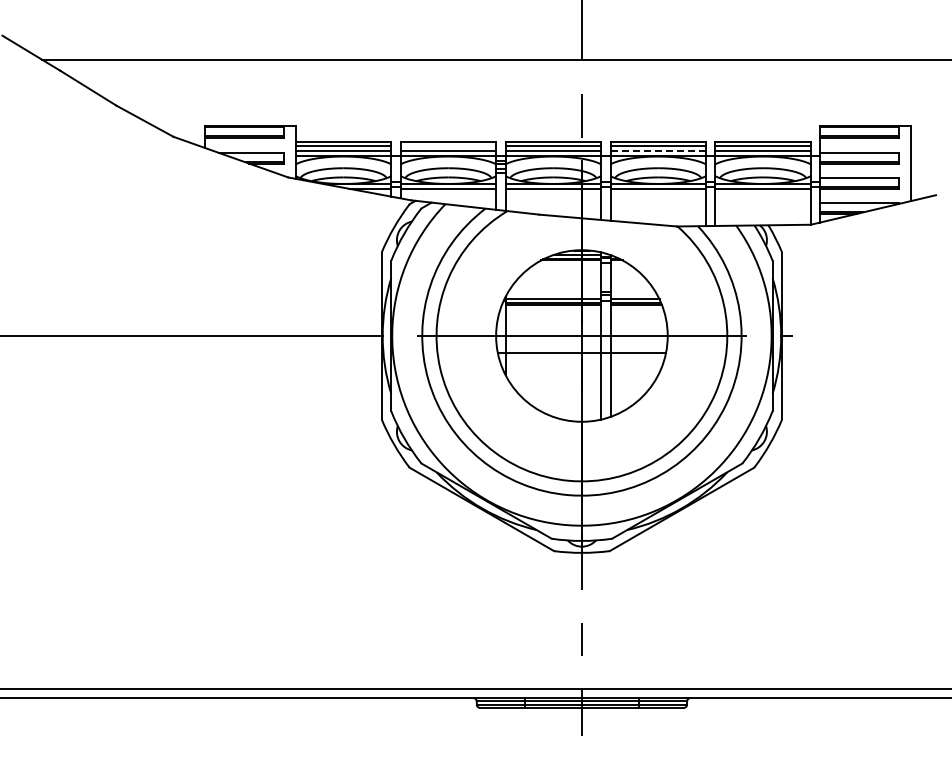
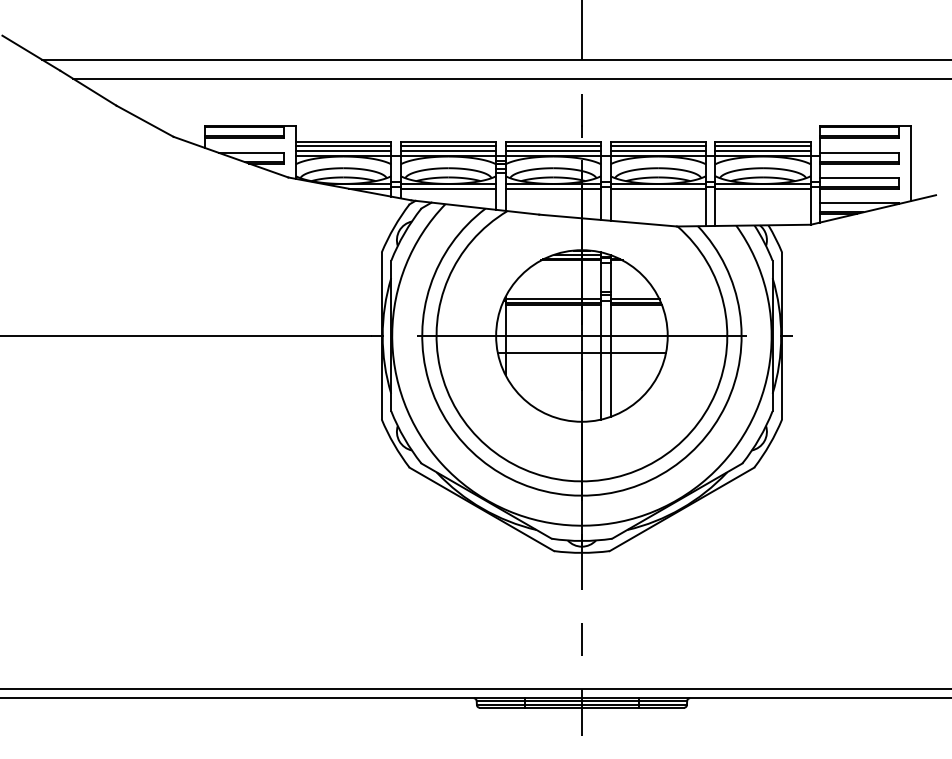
line at (510, 78): none -> present
line at (448, 146): none -> present
line at (658, 151): dashed -> solid
